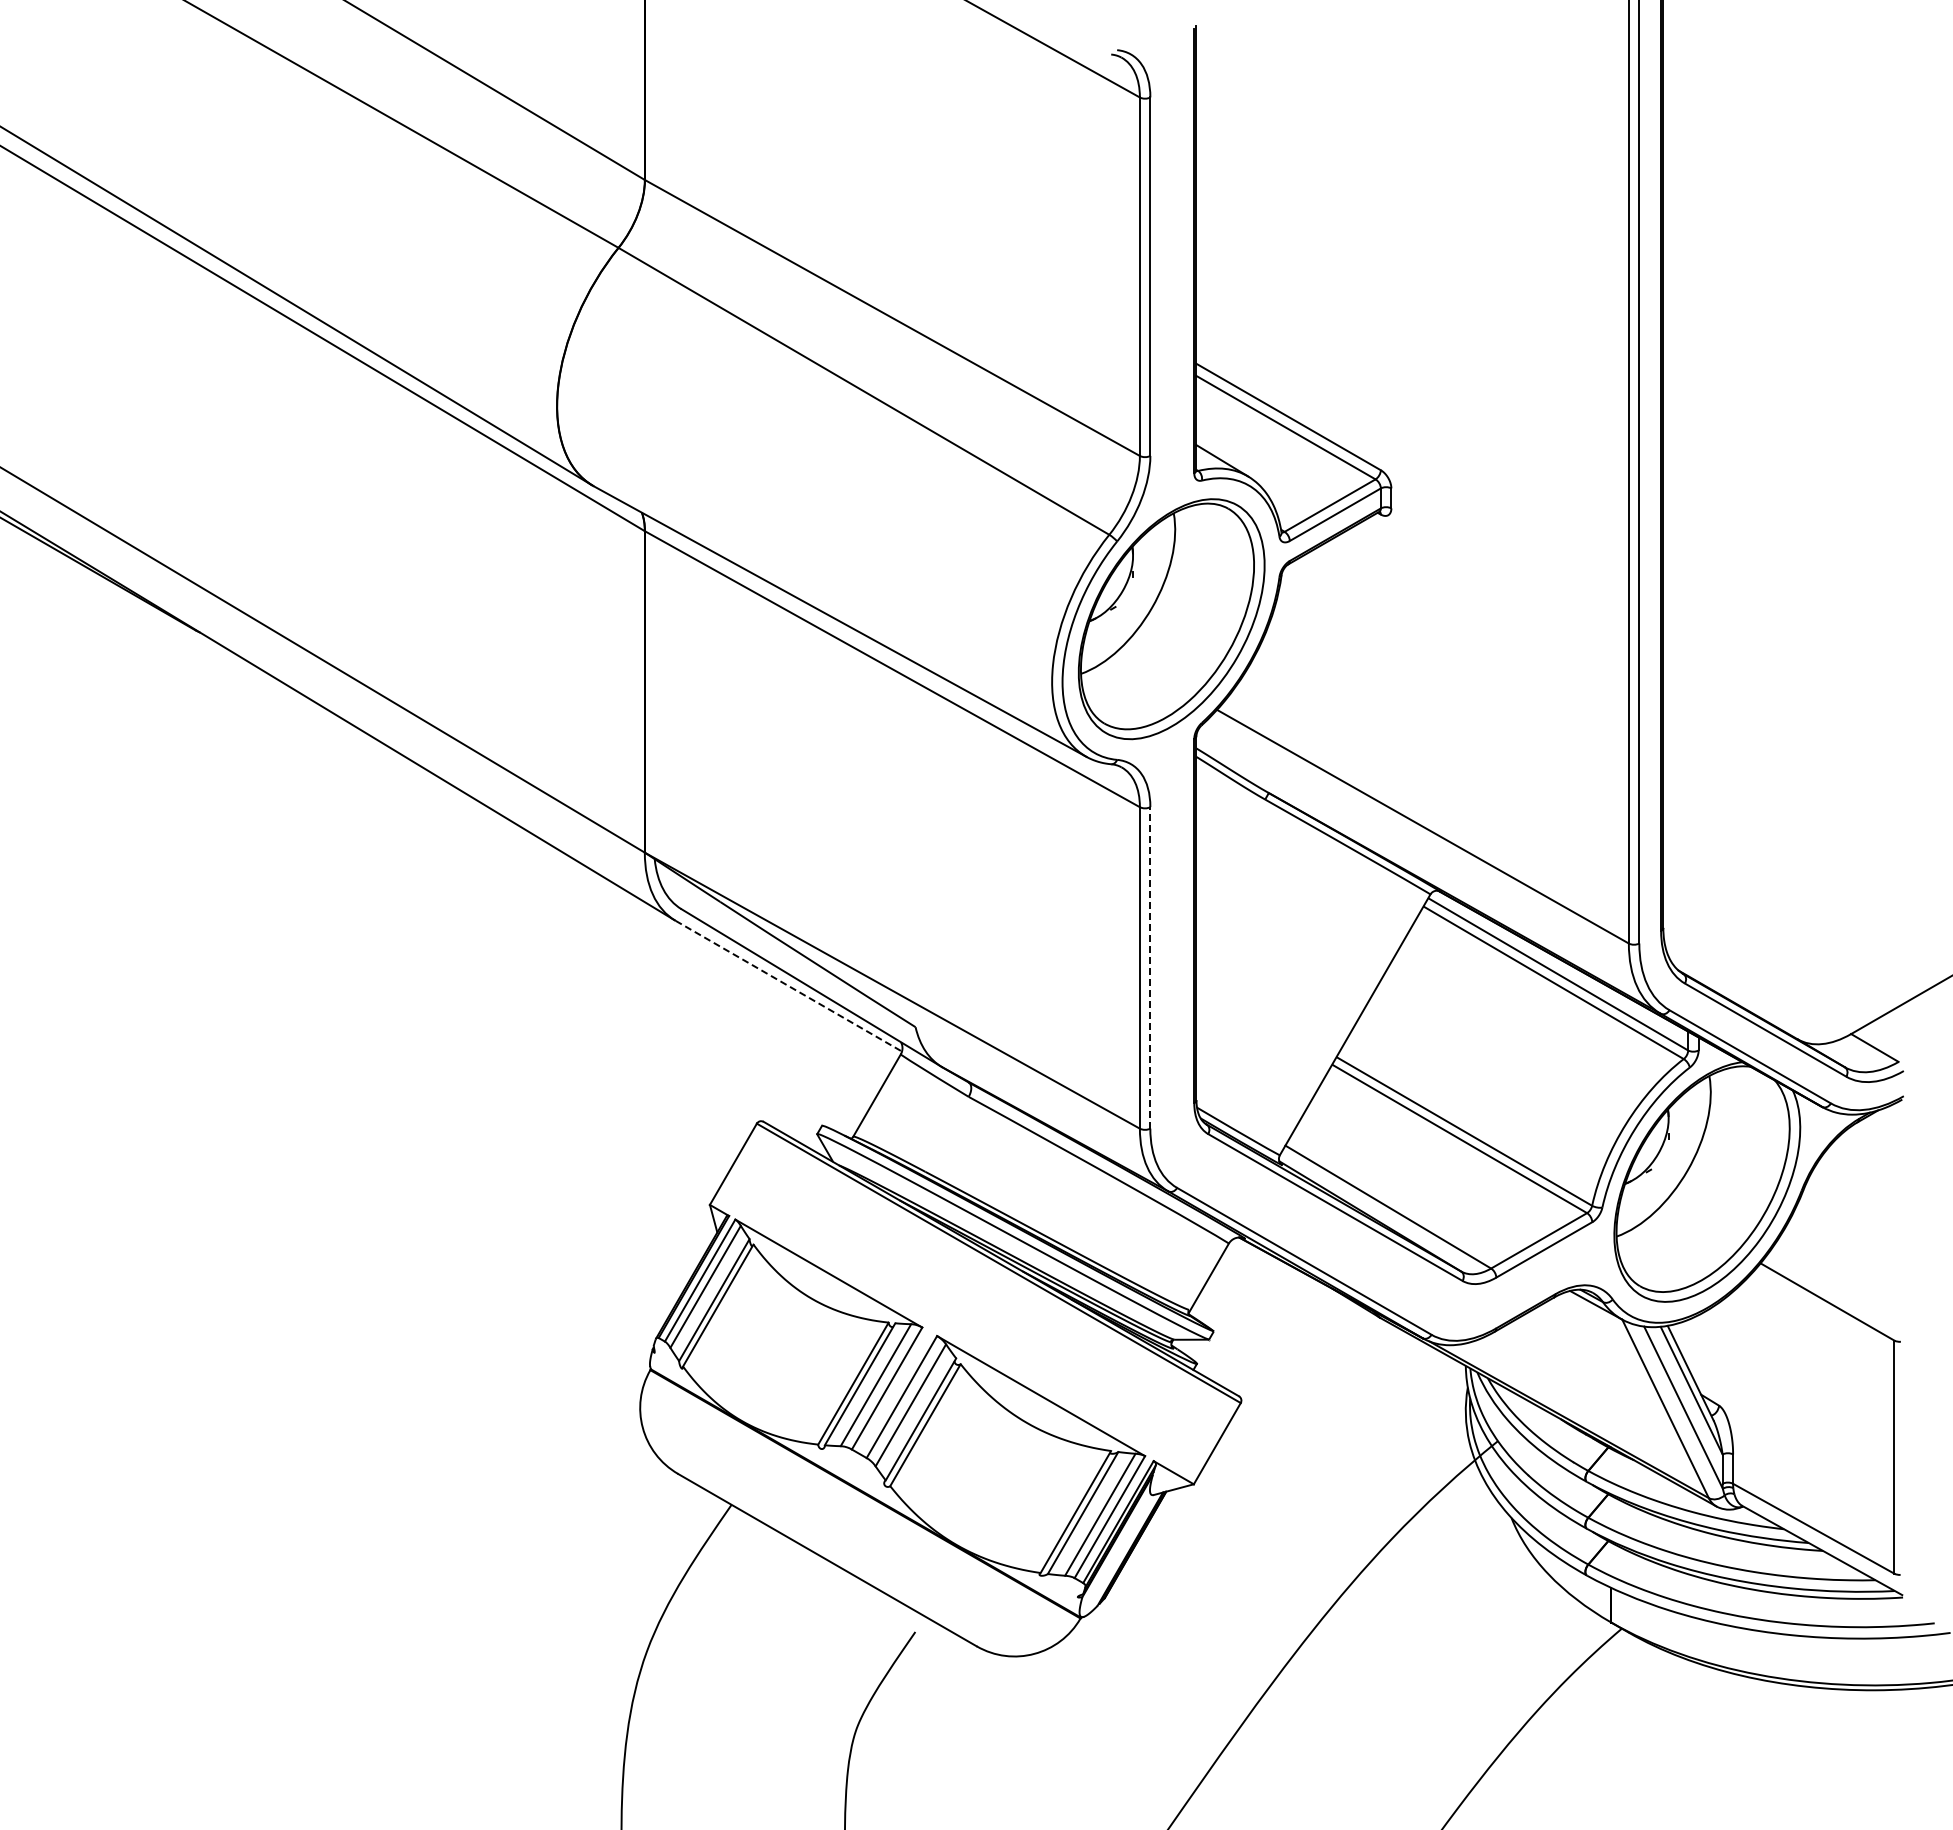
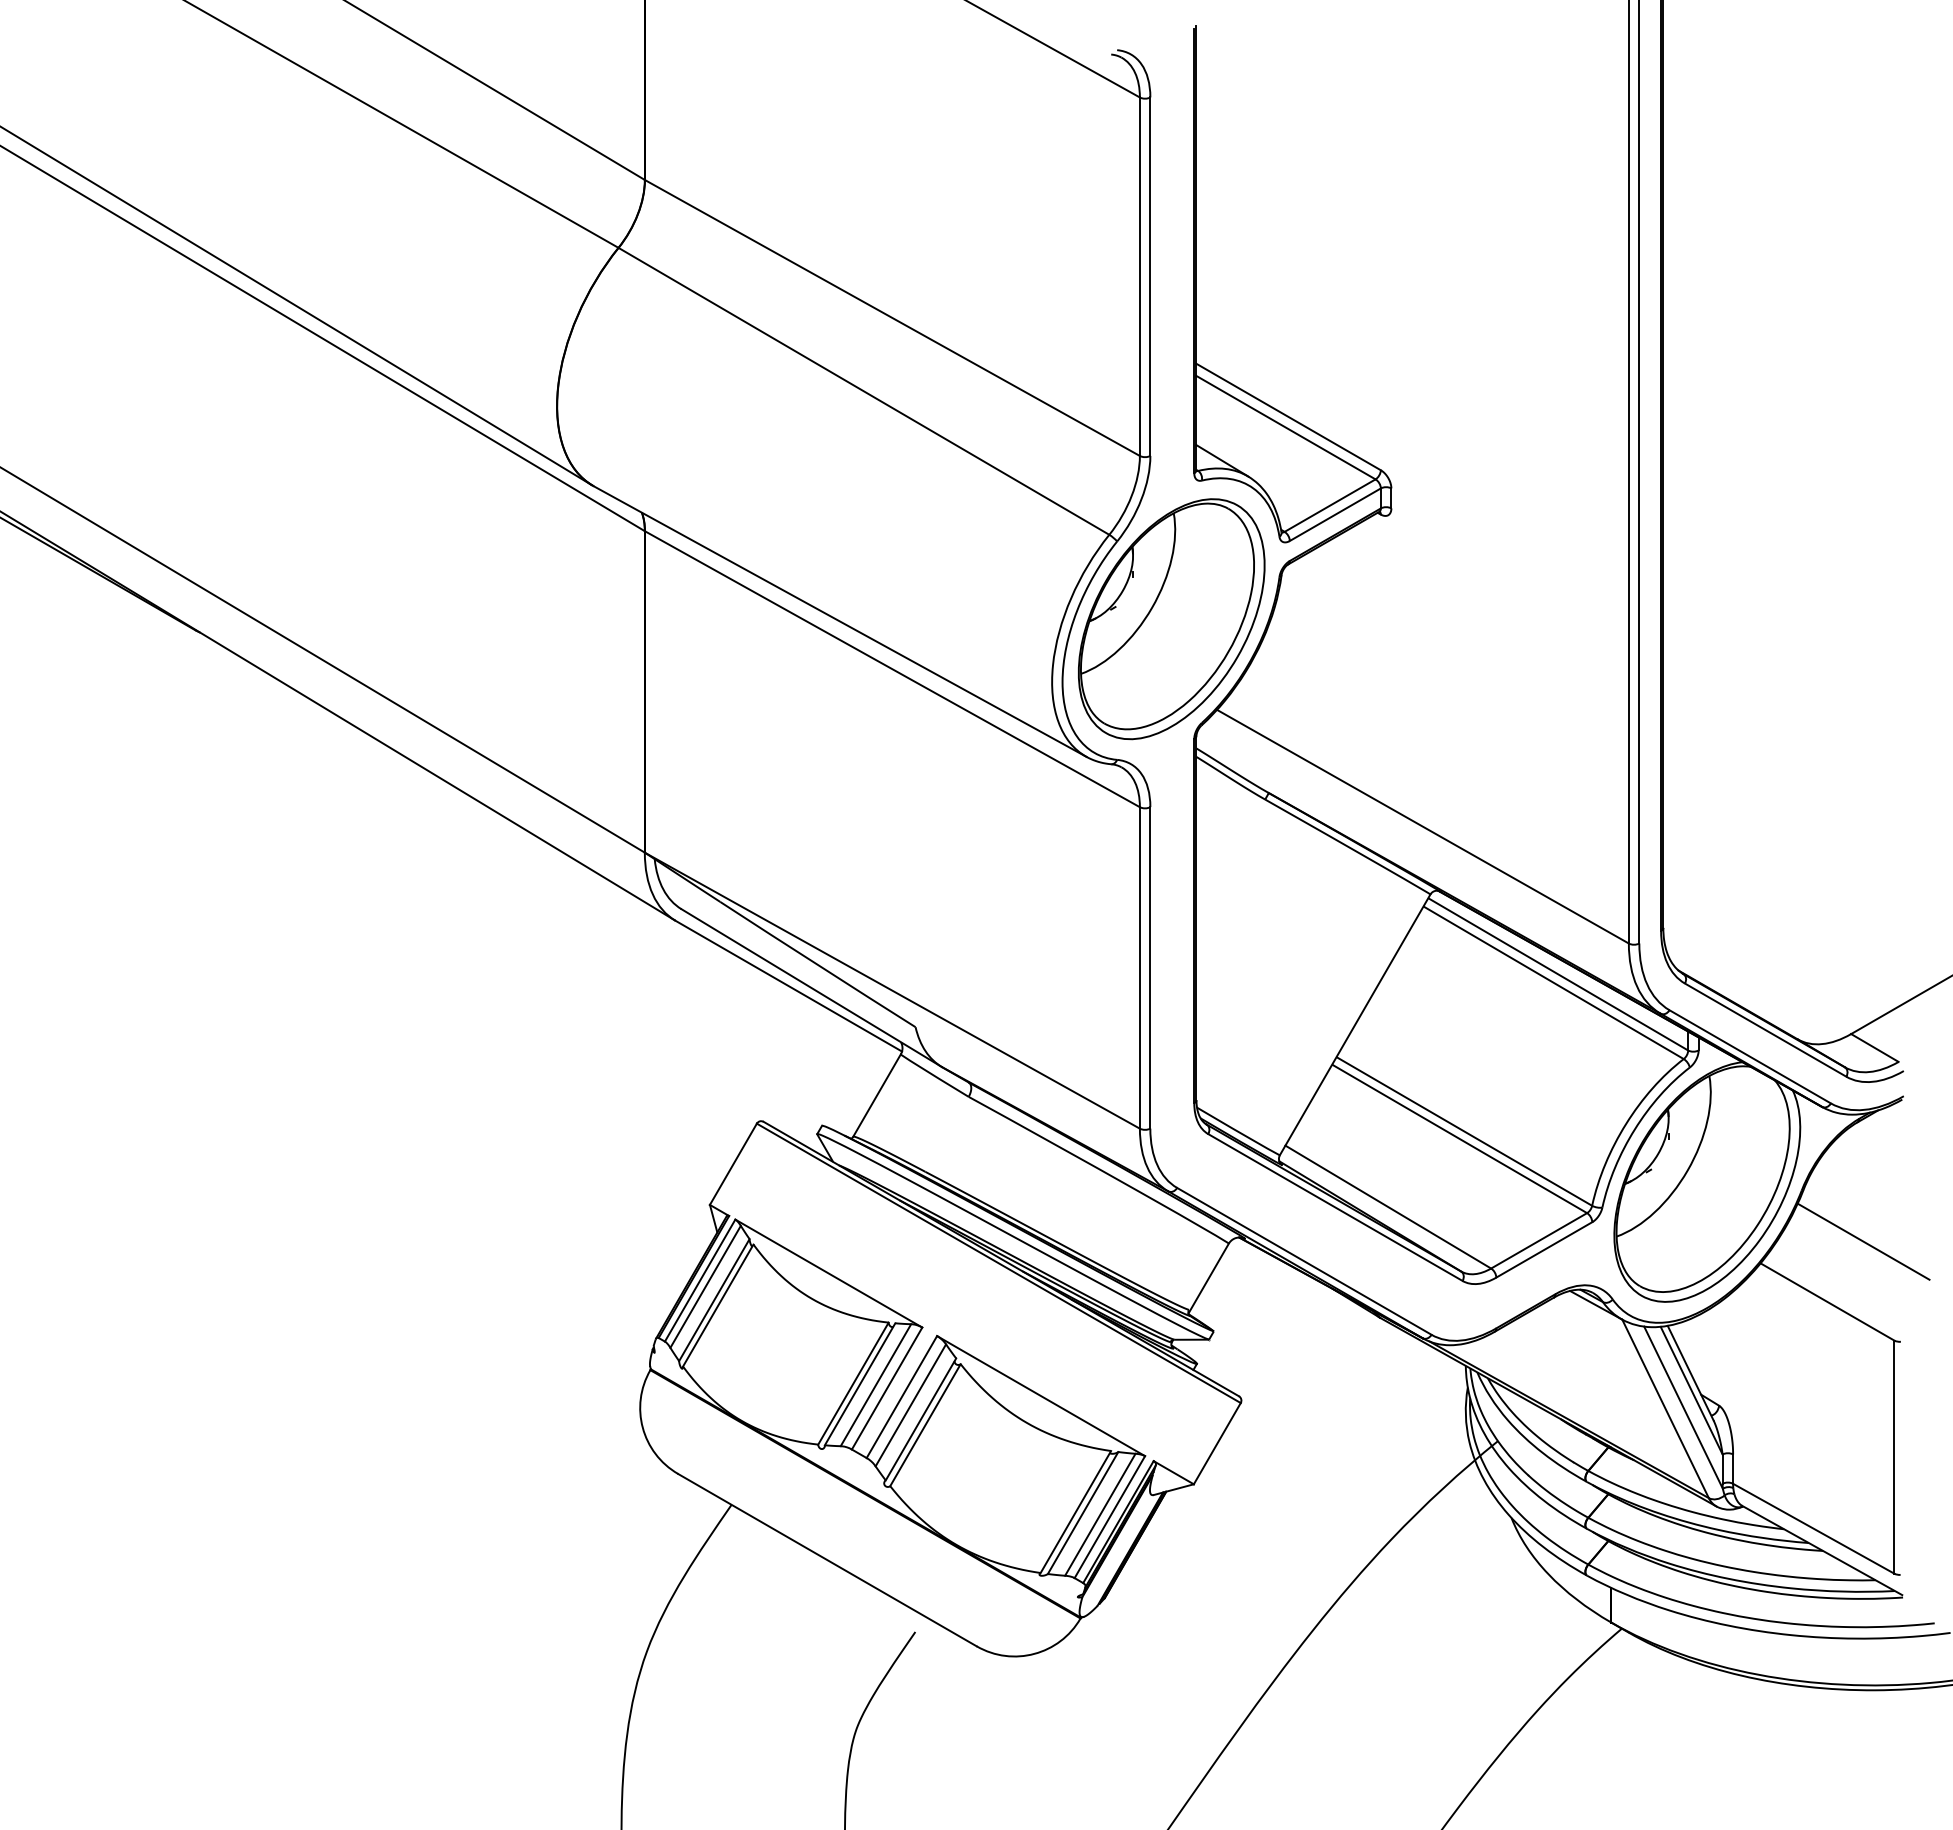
line at (1150, 967): dashed -> solid
line at (788, 986): dashed -> solid
line at (1863, 1241): none -> present
